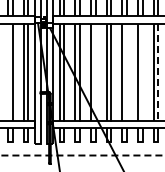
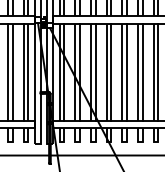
line at (8, 71): none -> present
line at (95, 71): none -> present
line at (126, 71): none -> present
line at (142, 71): none -> present
line at (158, 72): dashed -> solid
line at (82, 155): dashed -> solid
